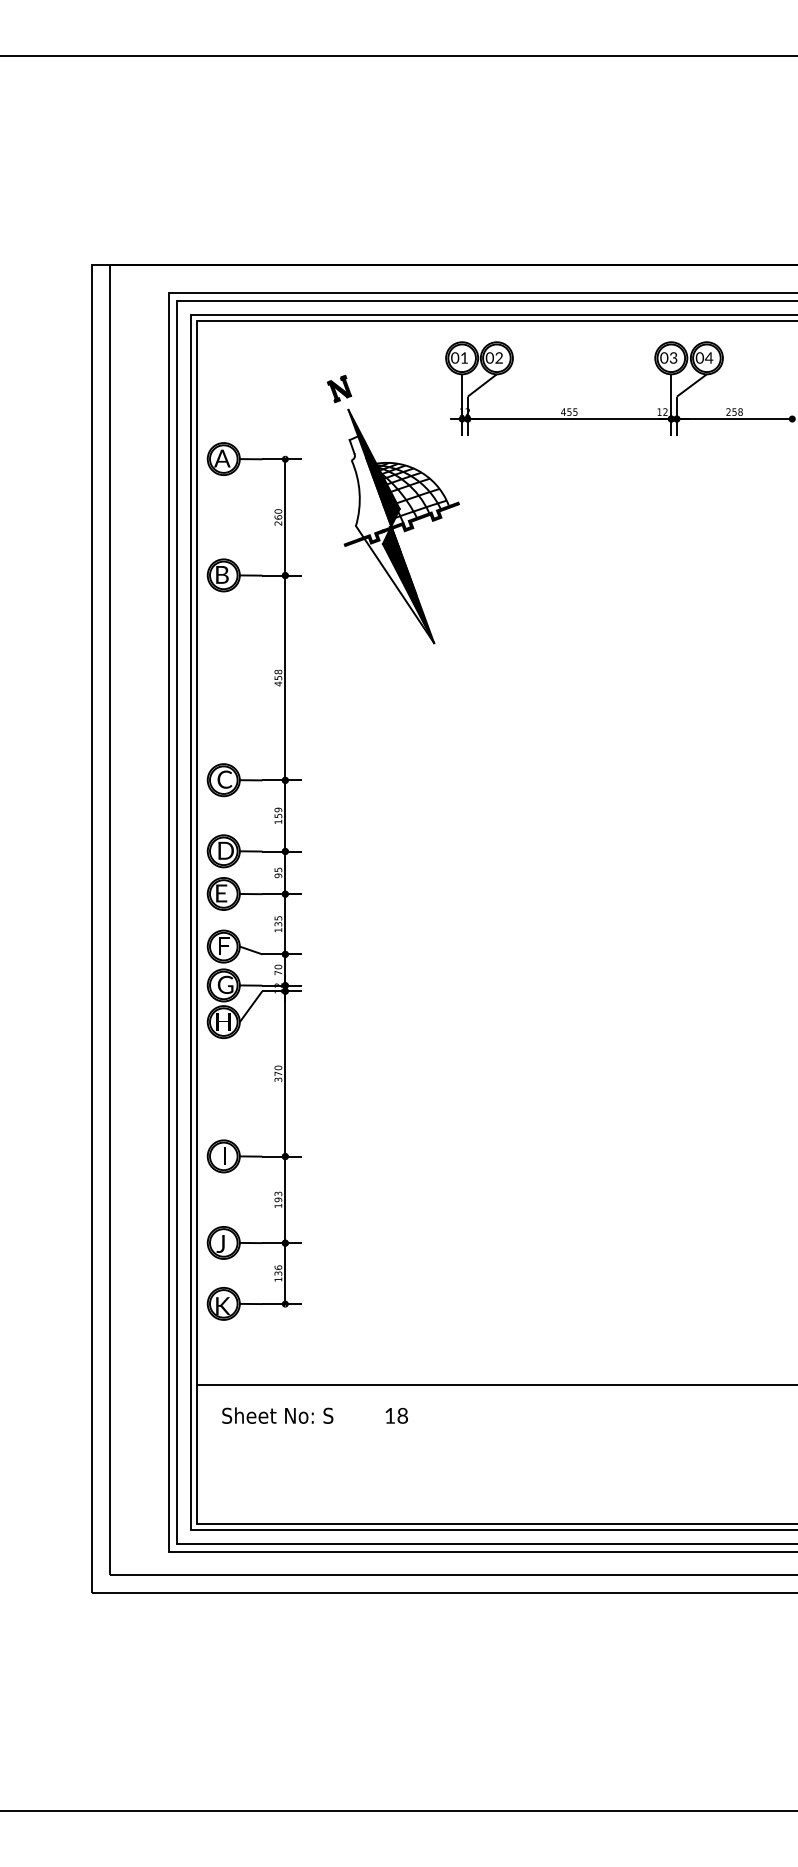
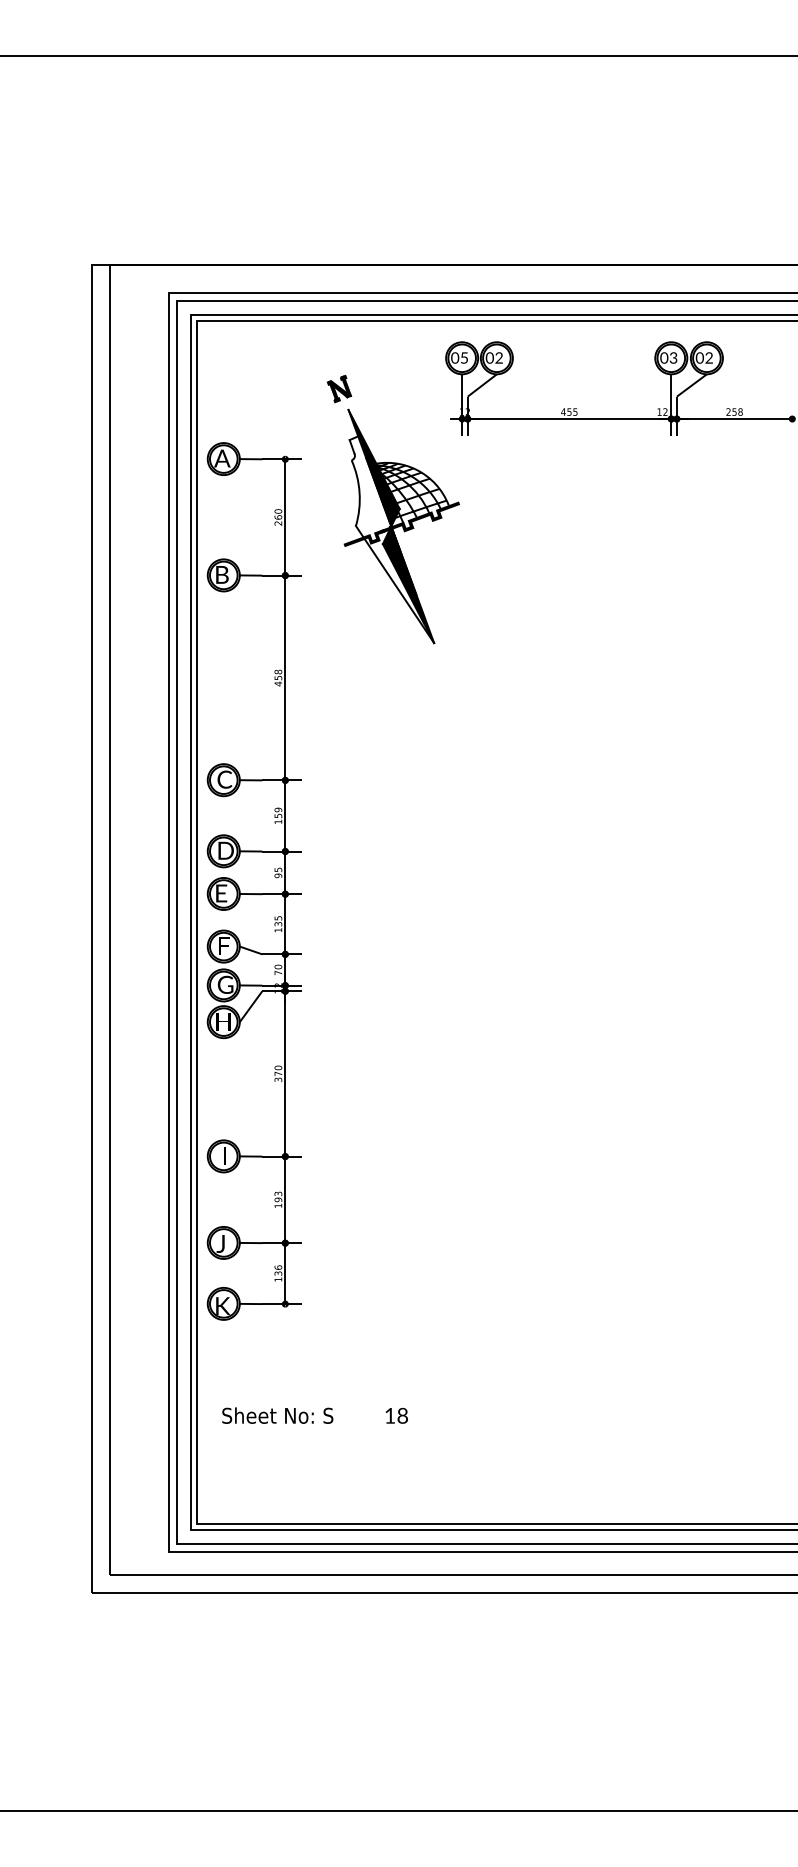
text at (464, 357): 01 -> 05
text at (708, 357): 04 -> 02
line at (495, 1385): present -> none
